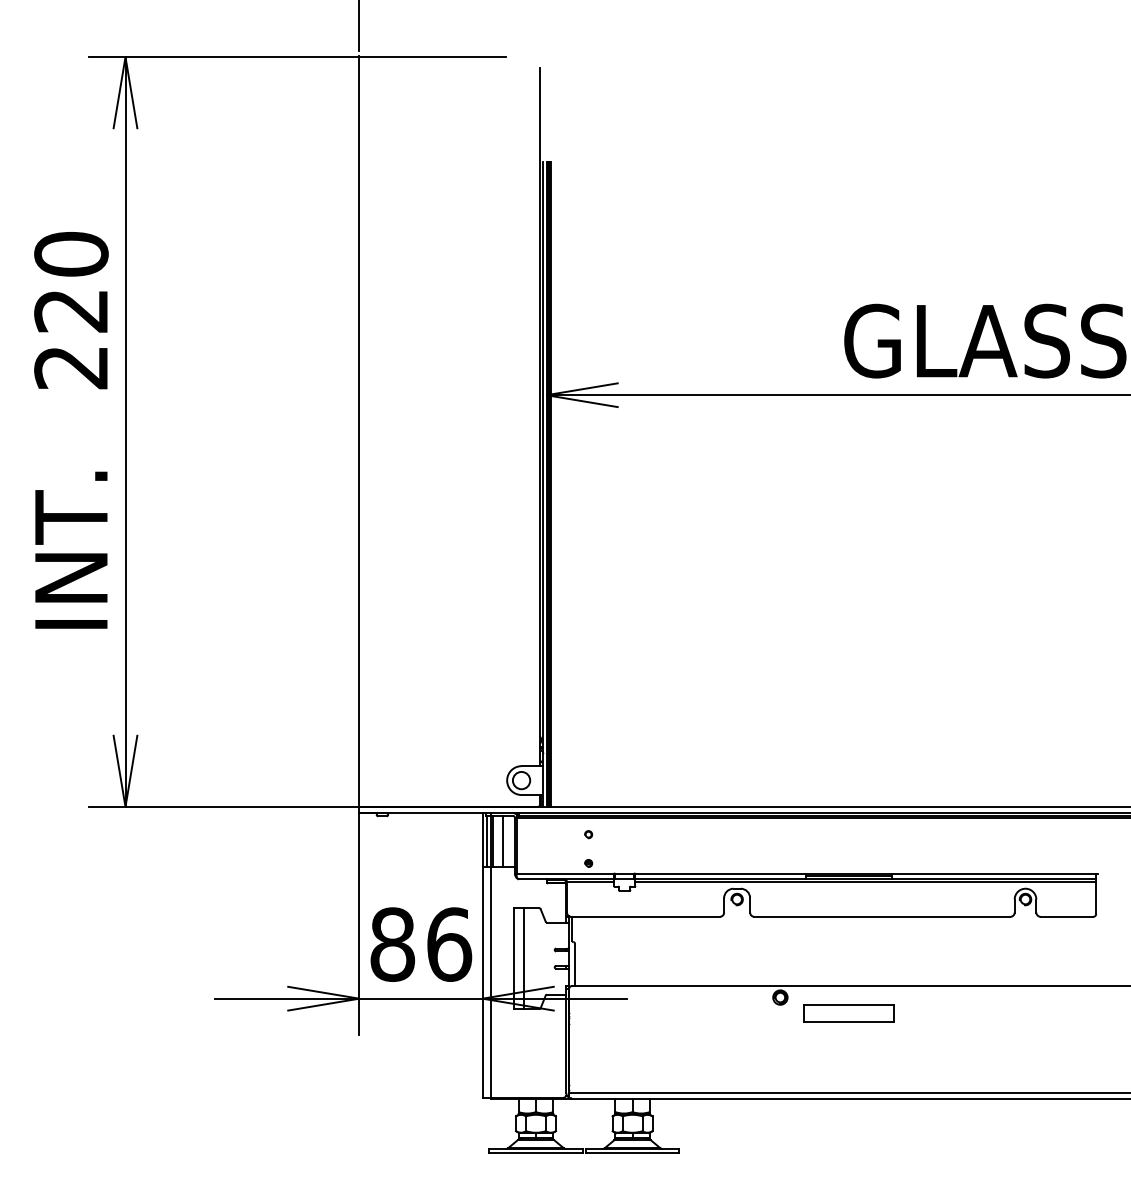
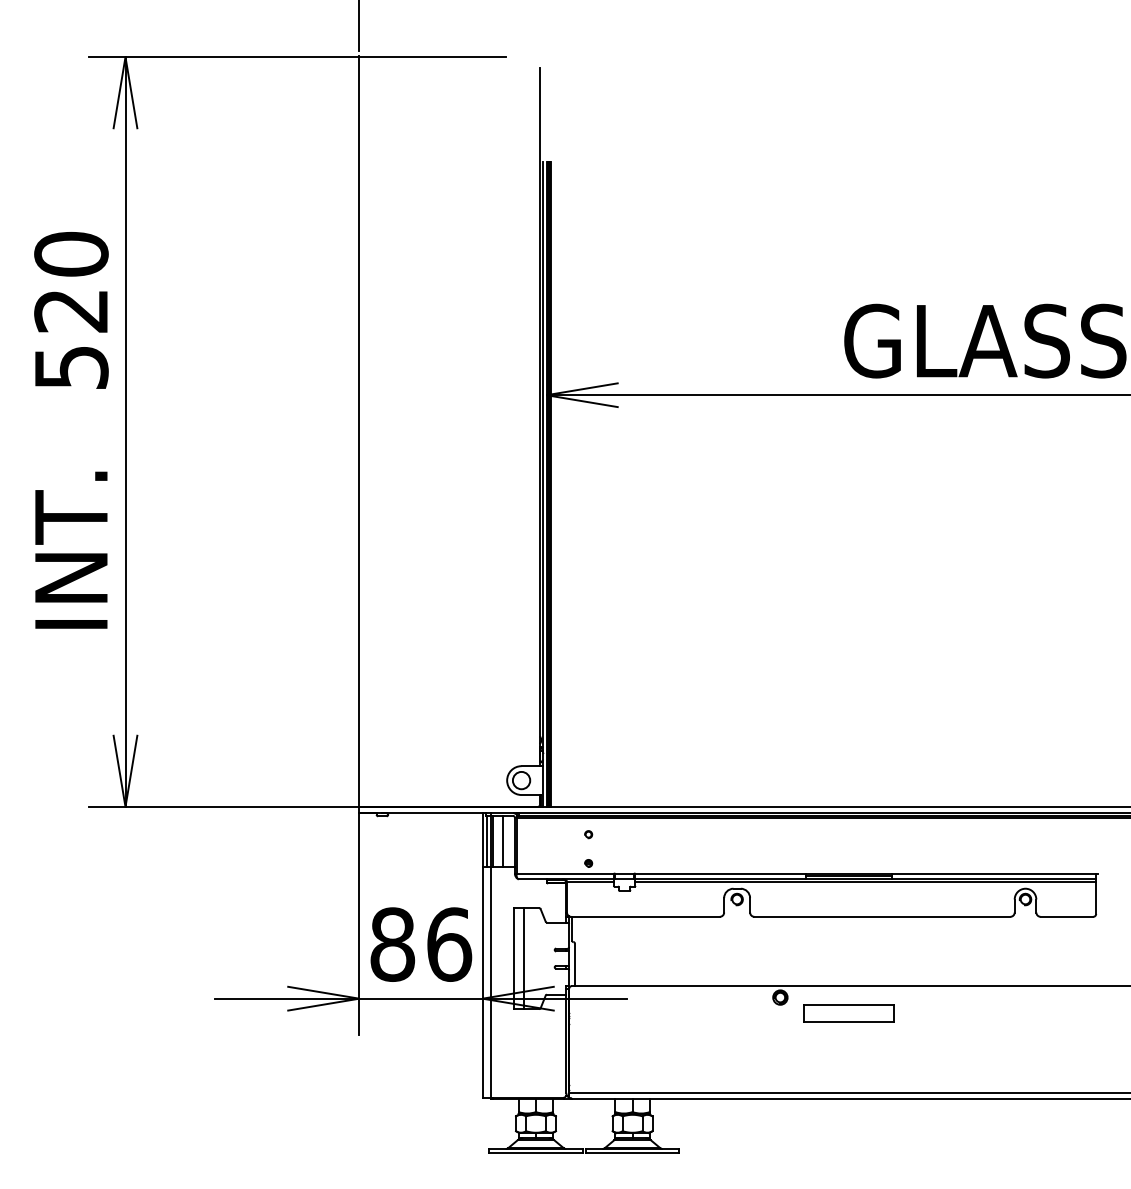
text at (71, 368): 220 -> 520
